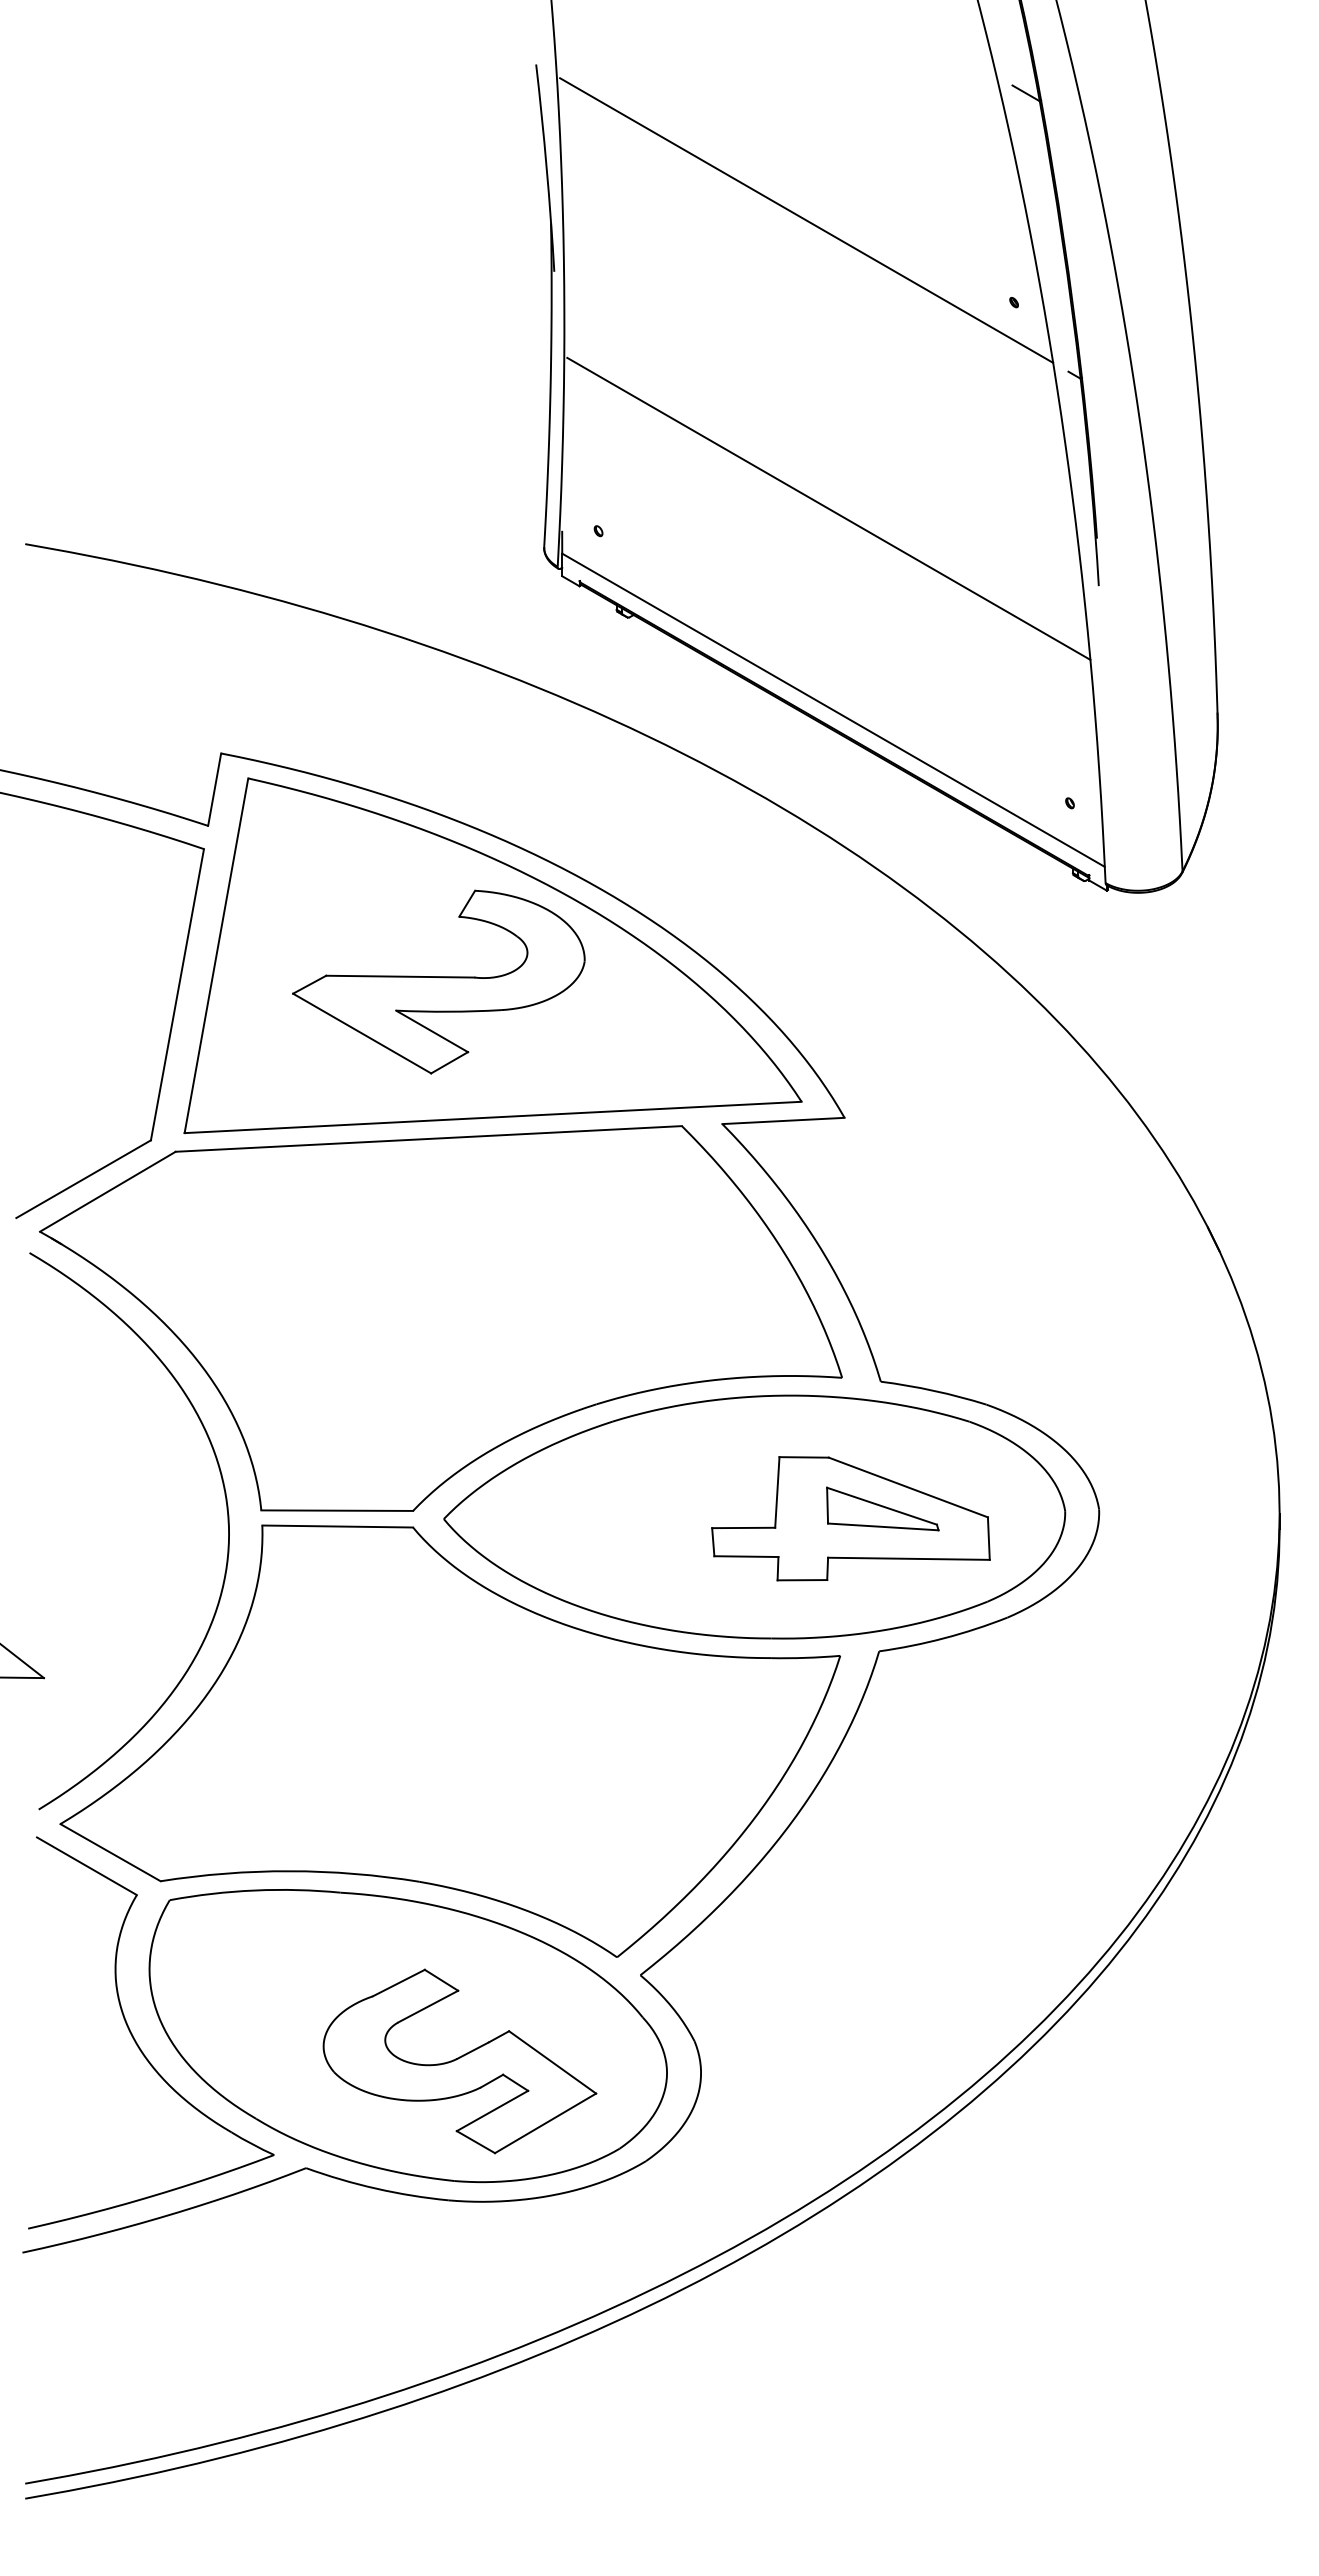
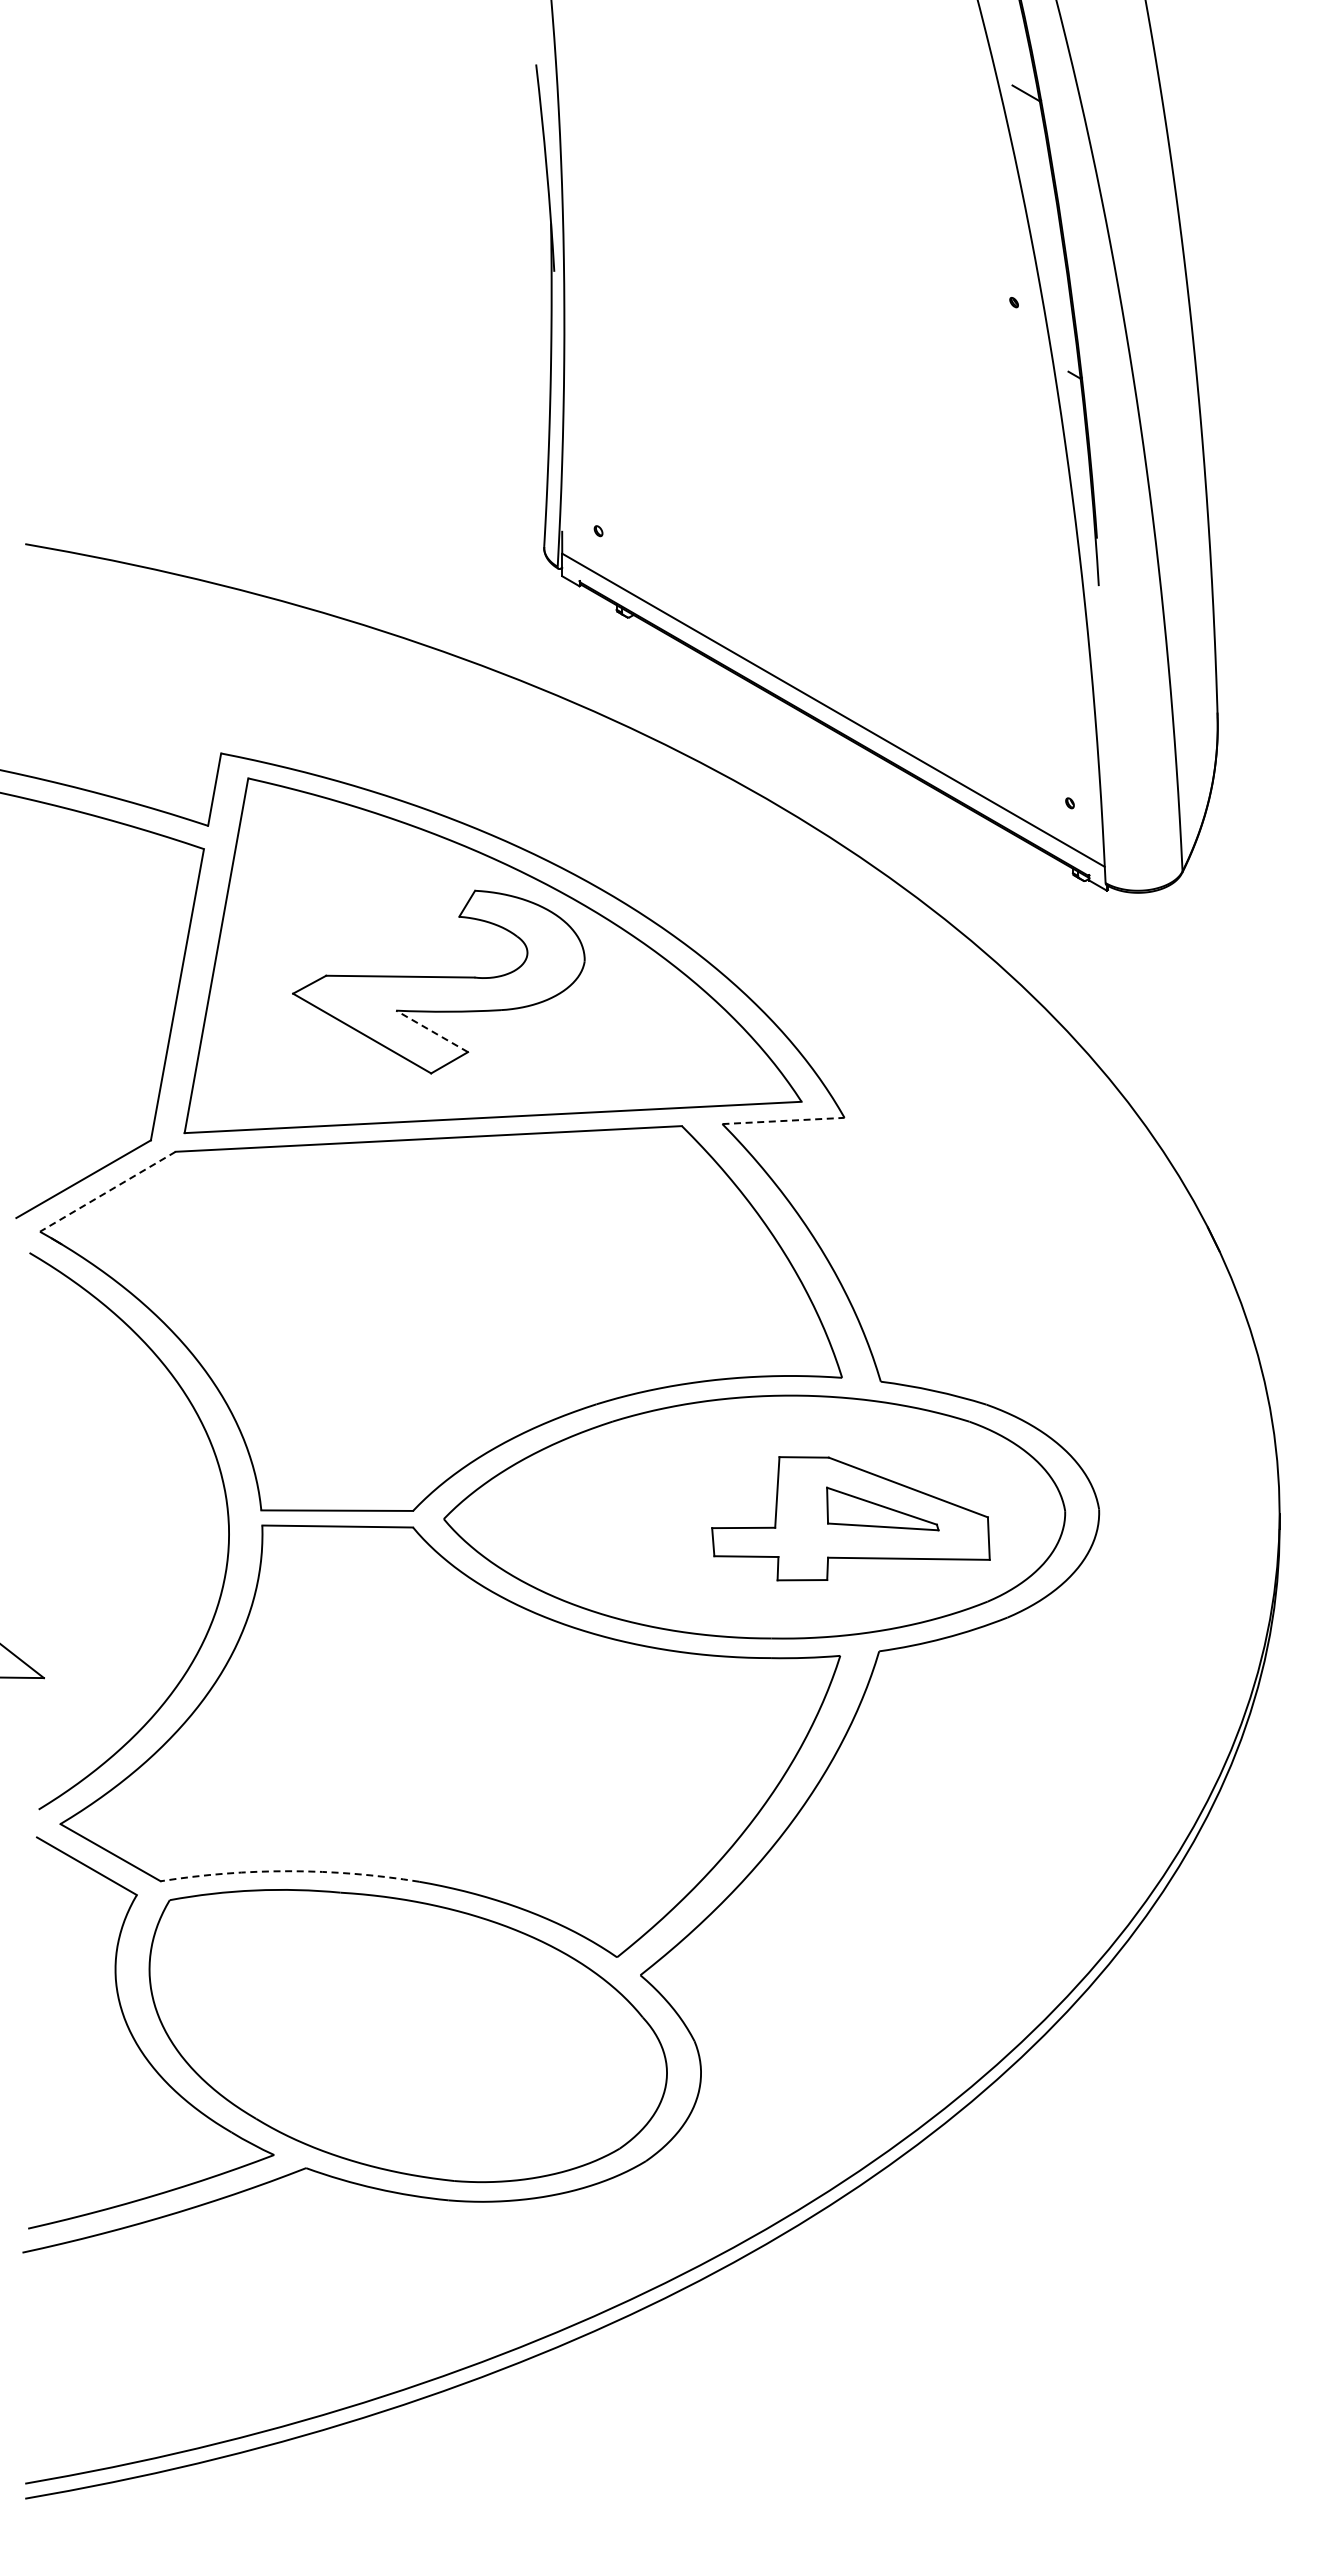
line at (806, 220): present -> none
line at (828, 508): present -> none
line at (431, 1031): solid -> dashed
line at (784, 1120): solid -> dashed
line at (107, 1191): solid -> dashed
arc at (290, 1871): solid -> dashed
part at (459, 2061): present -> none
